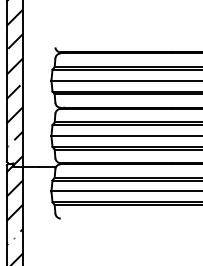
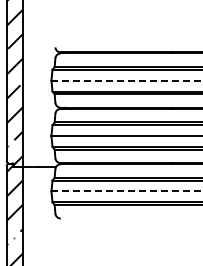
line at (127, 80): solid -> dashed
line at (127, 191): solid -> dashed
